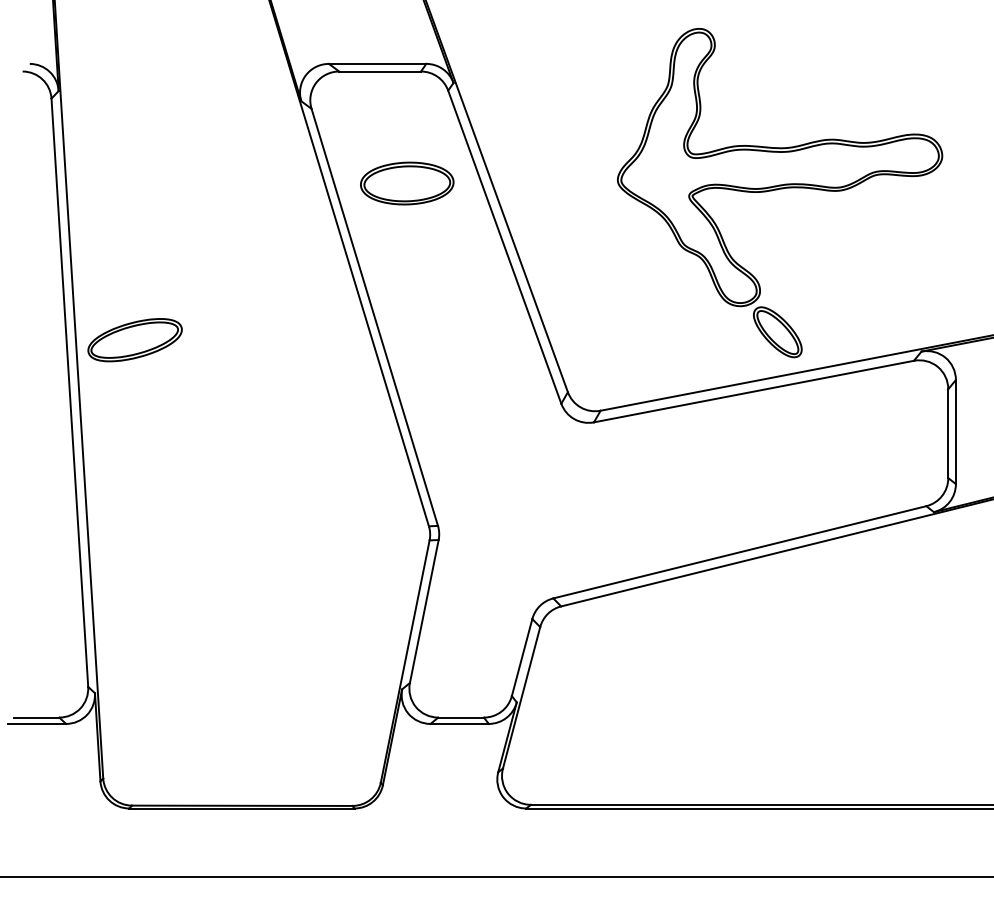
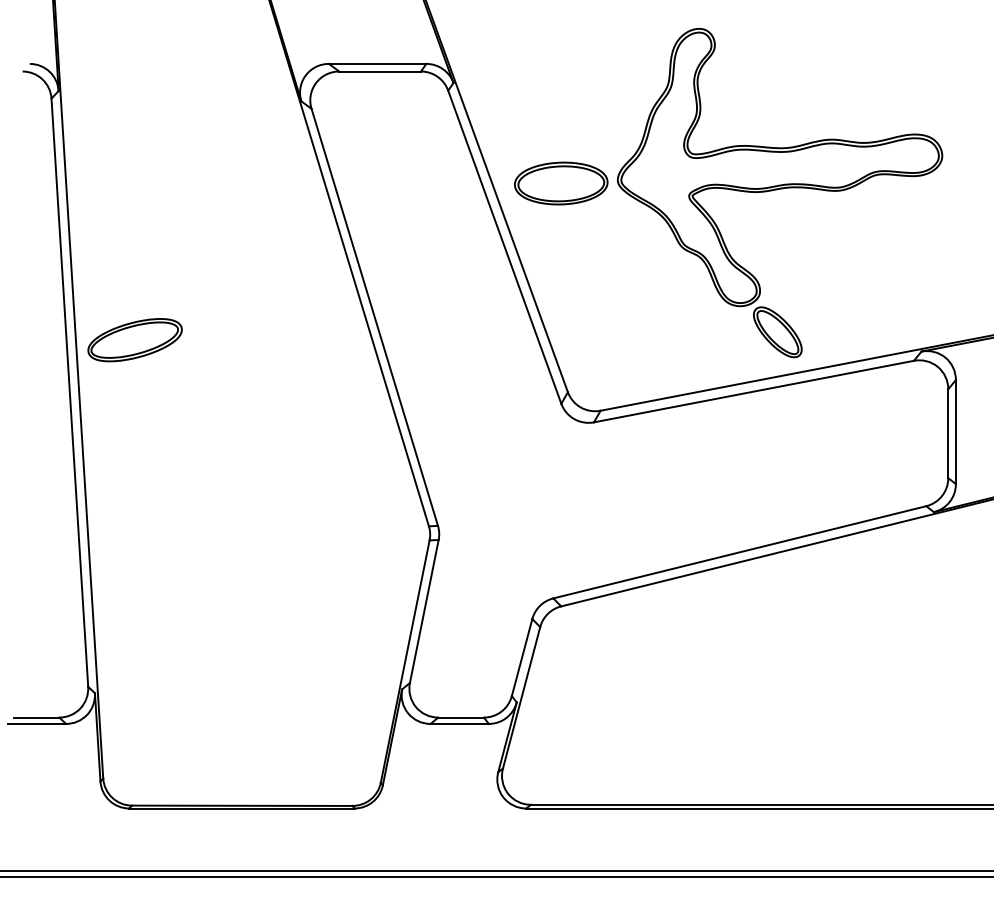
part at (407, 183) position: (407, 183) -> (561, 183)
line at (496, 870): none -> present
